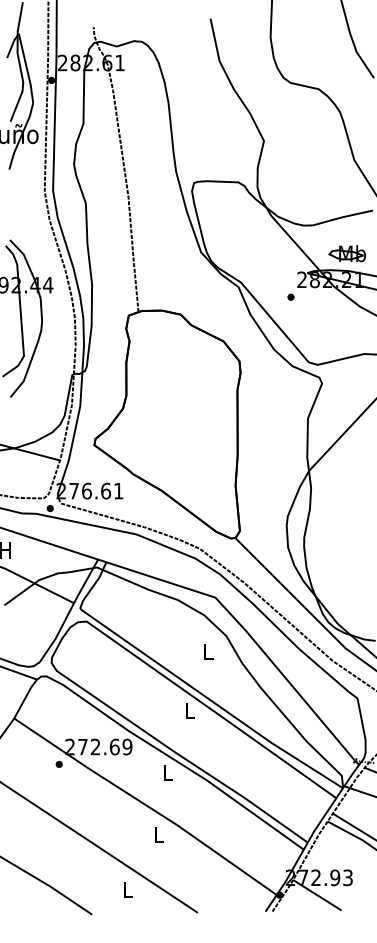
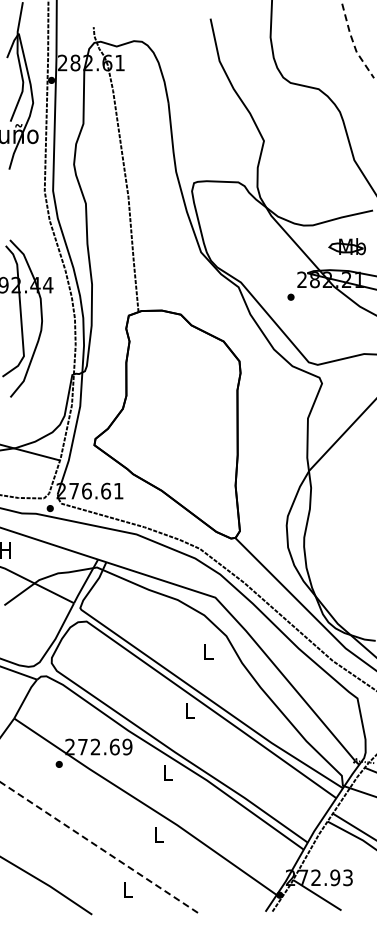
line at (353, 42): solid -> dashed
part at (346, 253) position: (346, 253) -> (346, 246)
line at (99, 847): solid -> dashed
